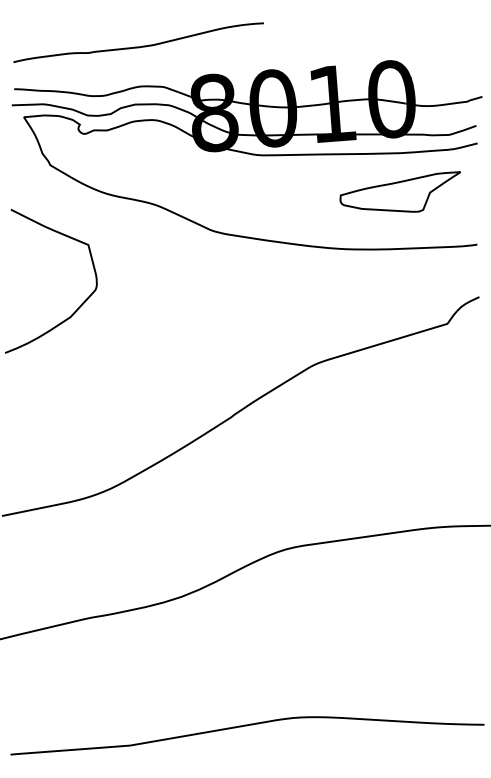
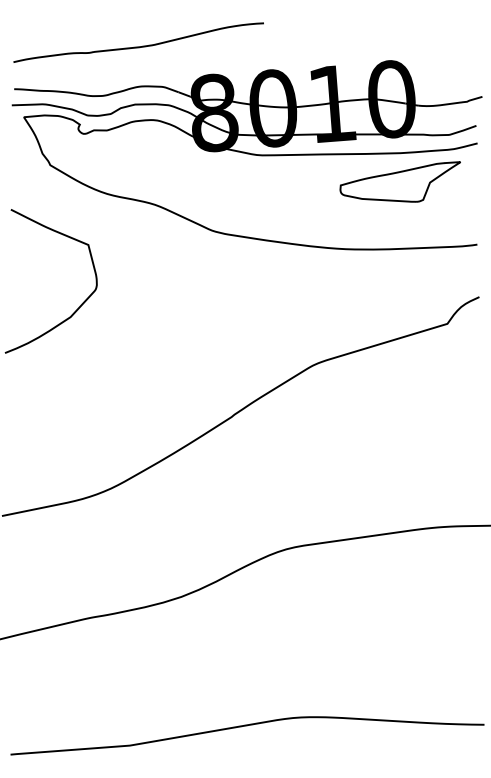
part at (399, 191) position: (399, 191) -> (399, 181)
